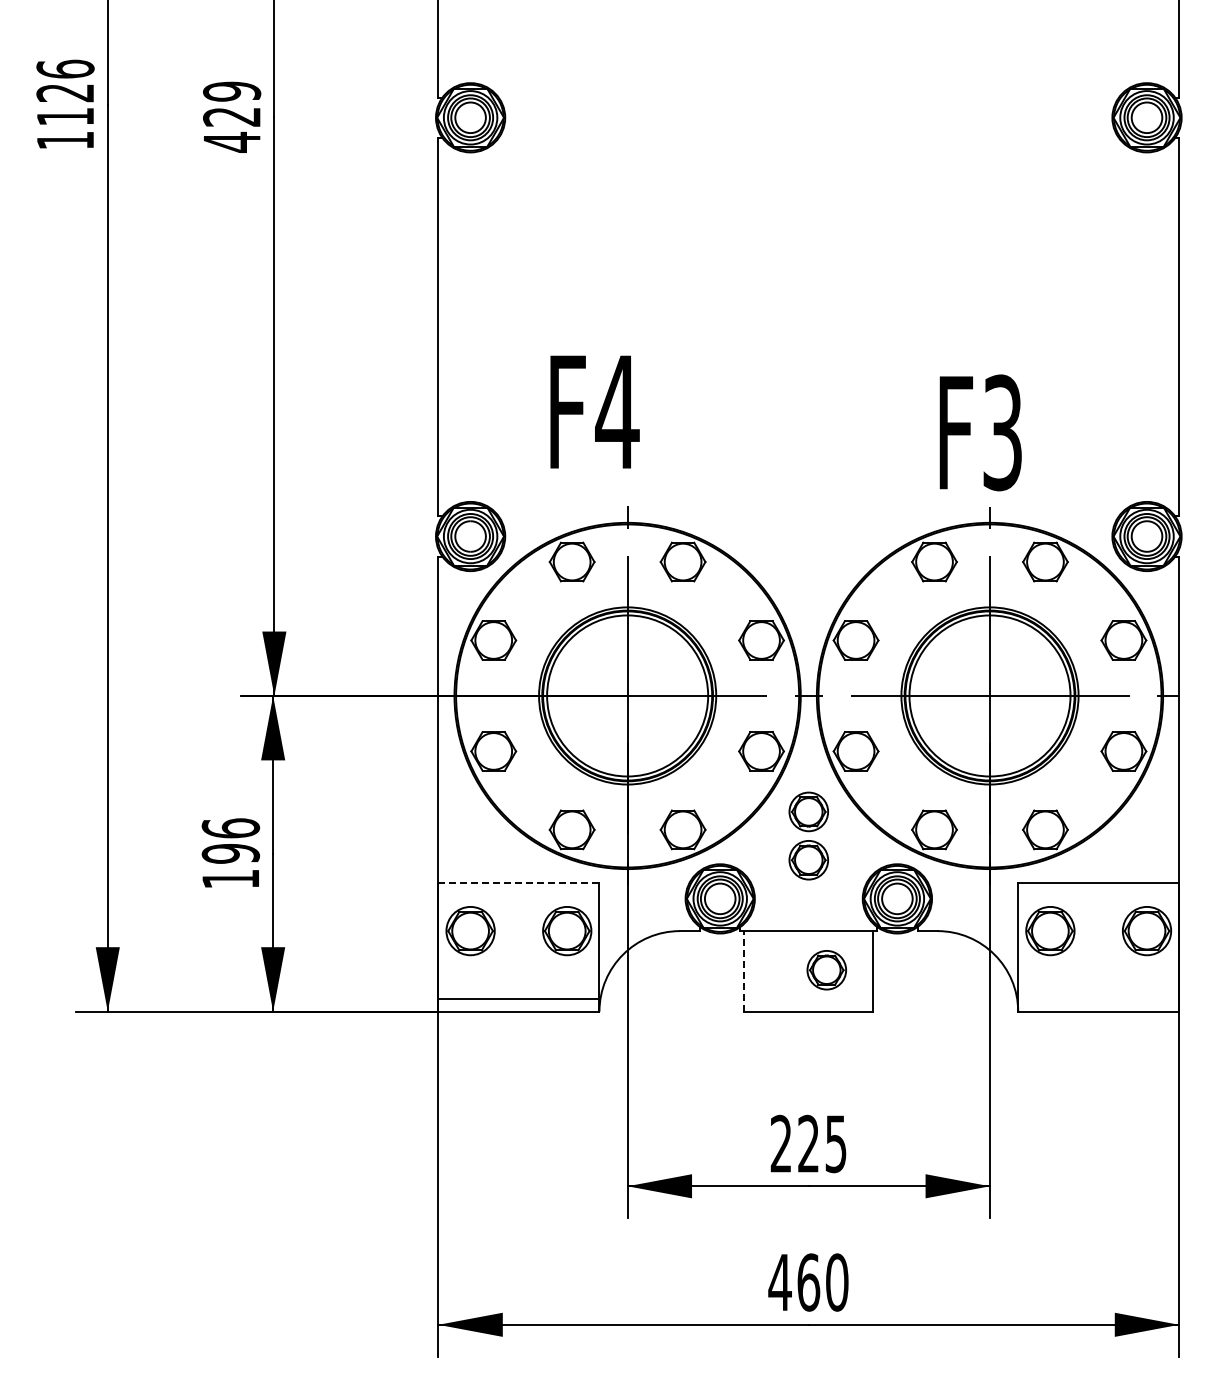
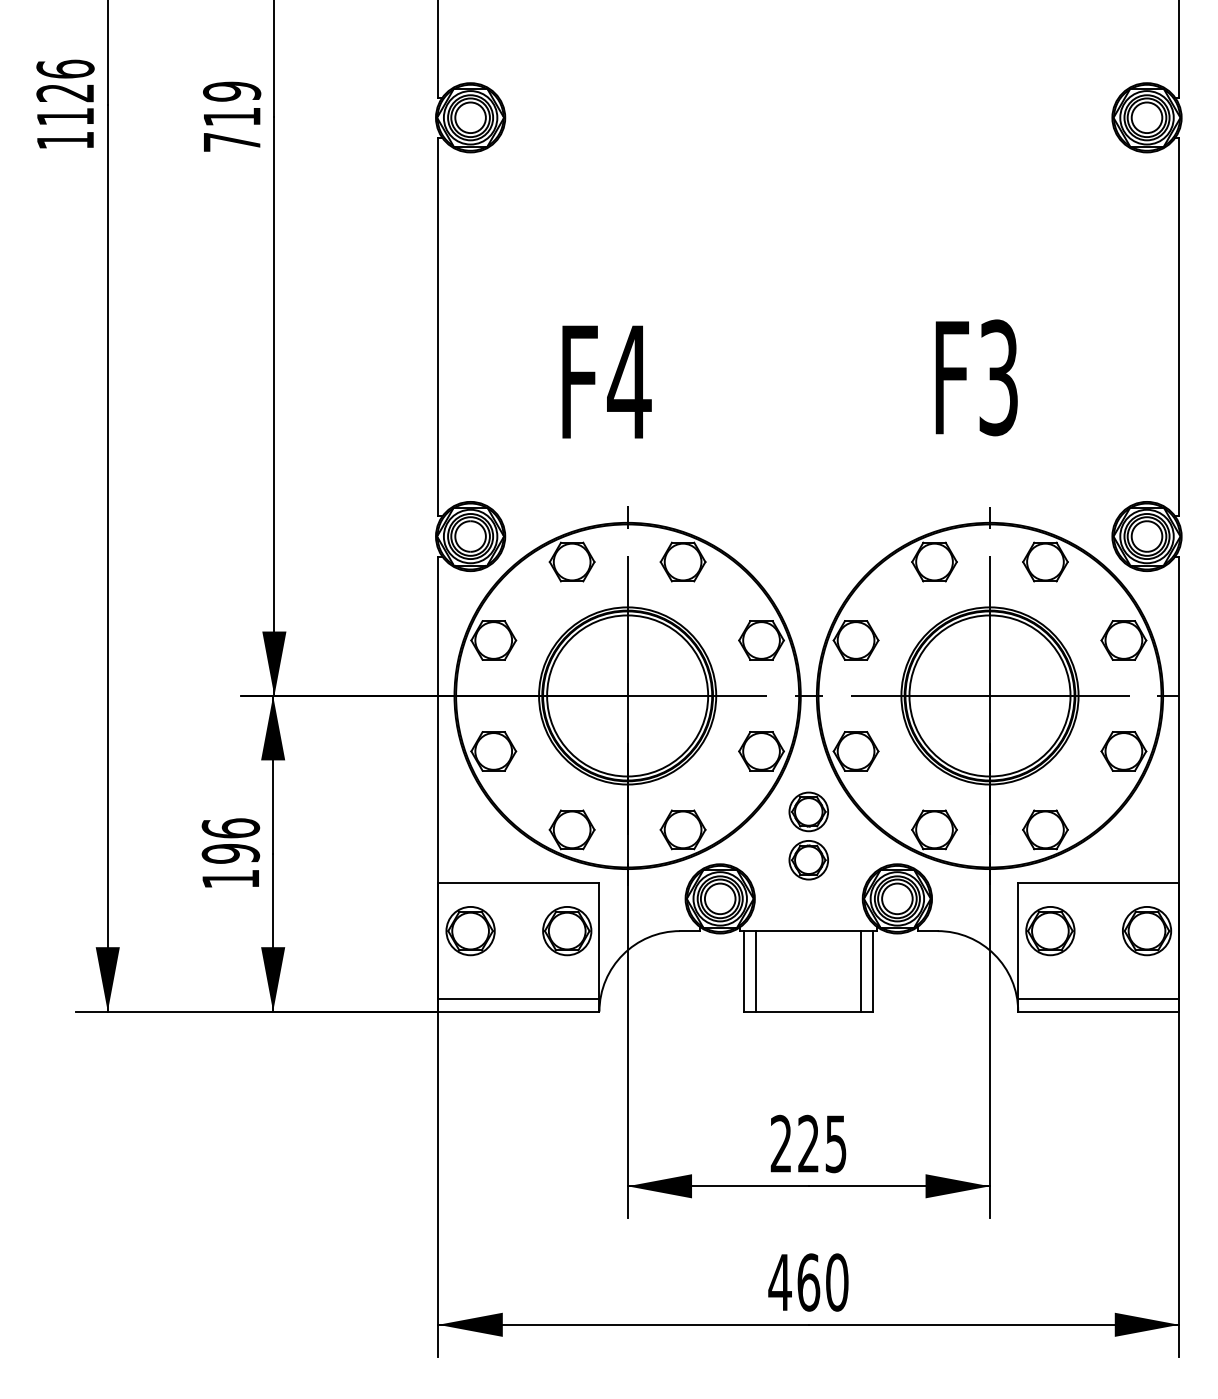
text at (231, 130): 429 -> 719
text at (594, 411) position: (594, 411) -> (606, 381)
text at (980, 432) position: (980, 432) -> (976, 377)
line at (518, 882): dashed -> solid
line at (744, 970): dashed -> solid
part at (826, 970): present -> none
line at (756, 971): none -> present
line at (861, 971): none -> present
line at (1098, 998): none -> present
